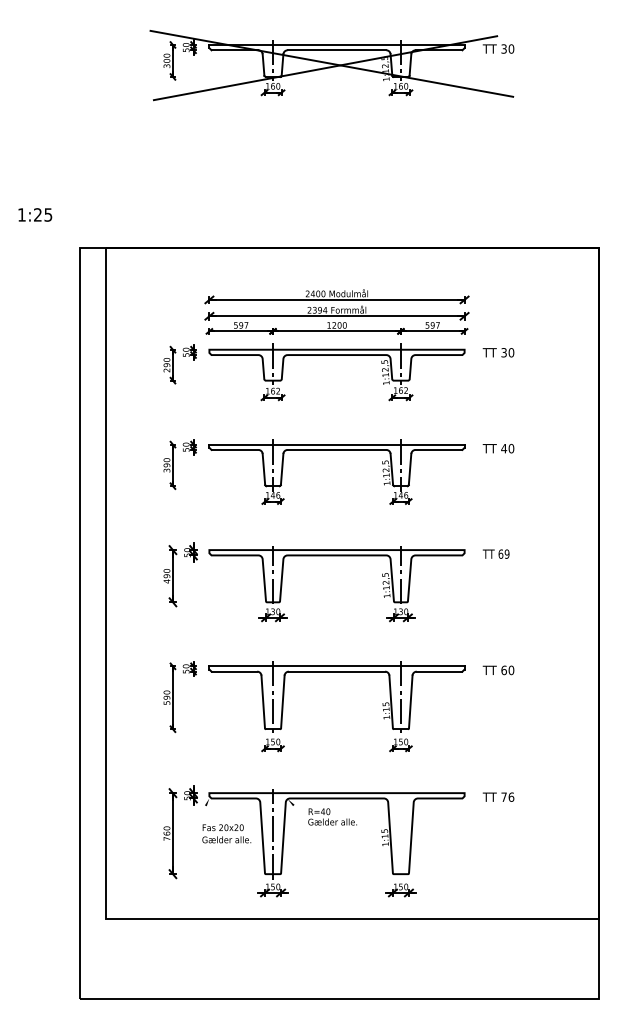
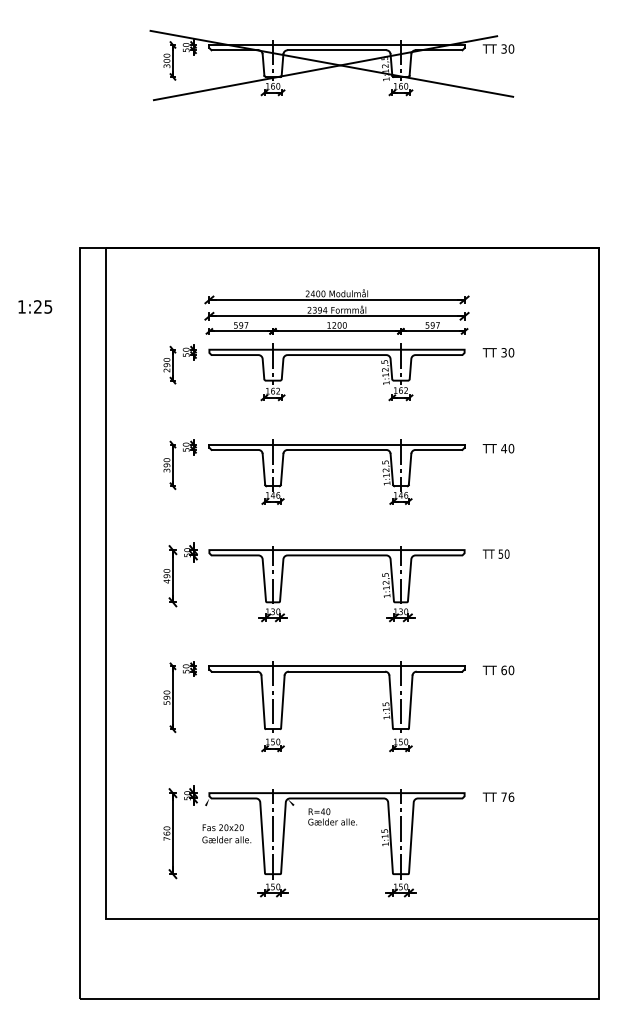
text at (35, 214) position: (35, 214) -> (35, 306)
text at (503, 553): 69 -> 50
line at (400, 833): none -> present
